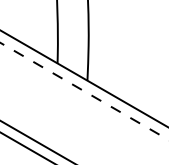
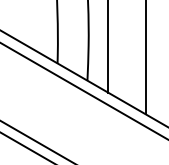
line at (108, 47): none -> present
line at (146, 58): none -> present
line at (84, 91): dashed -> solid
